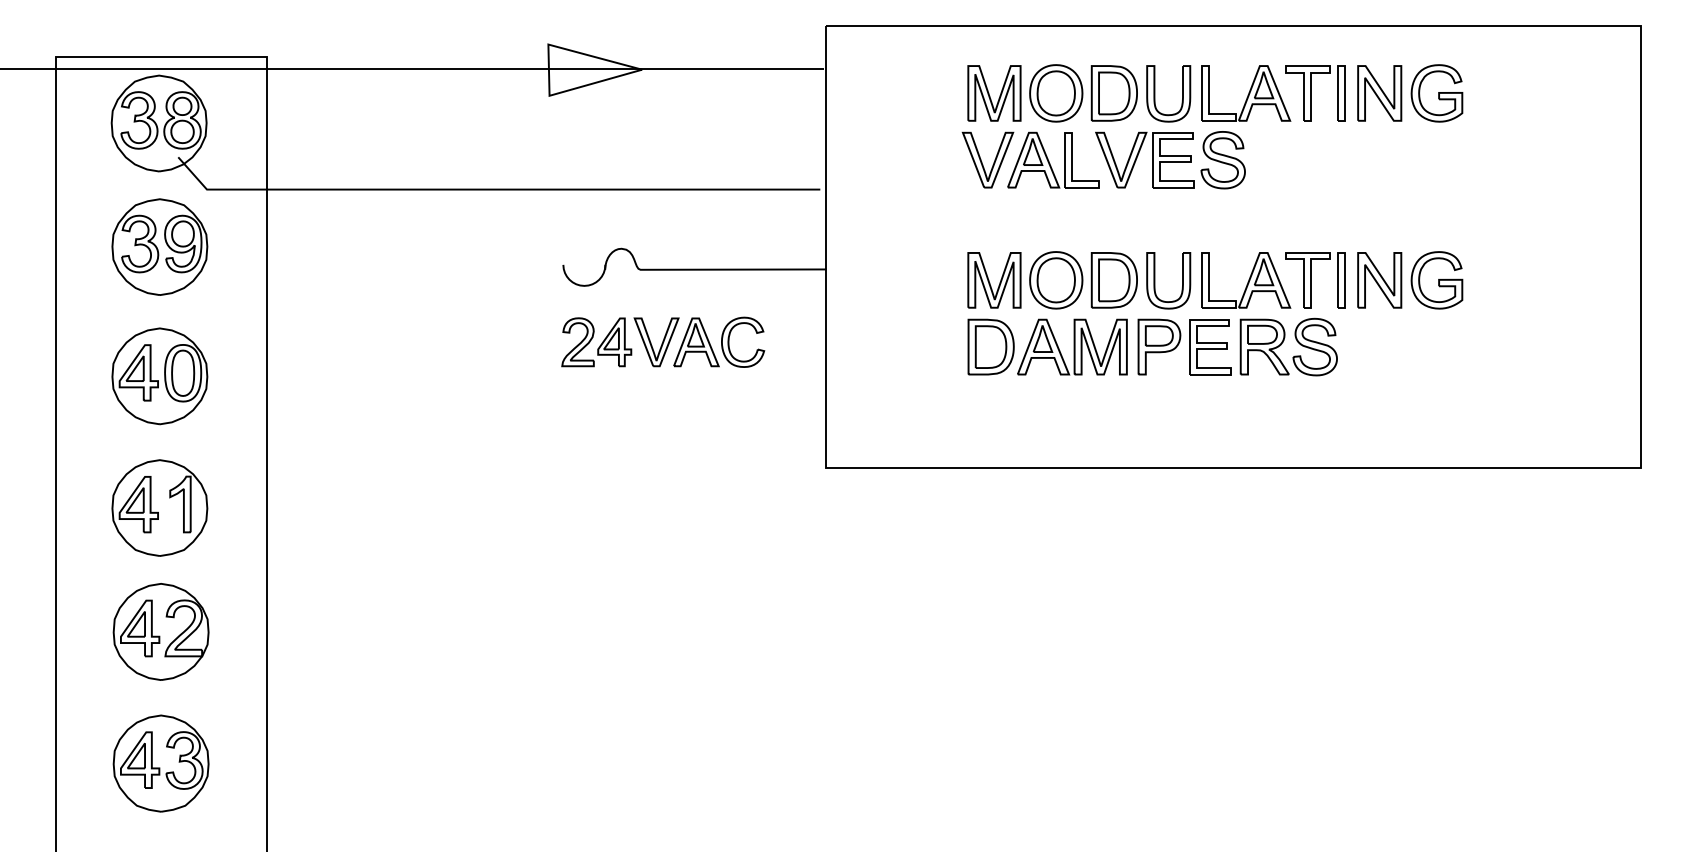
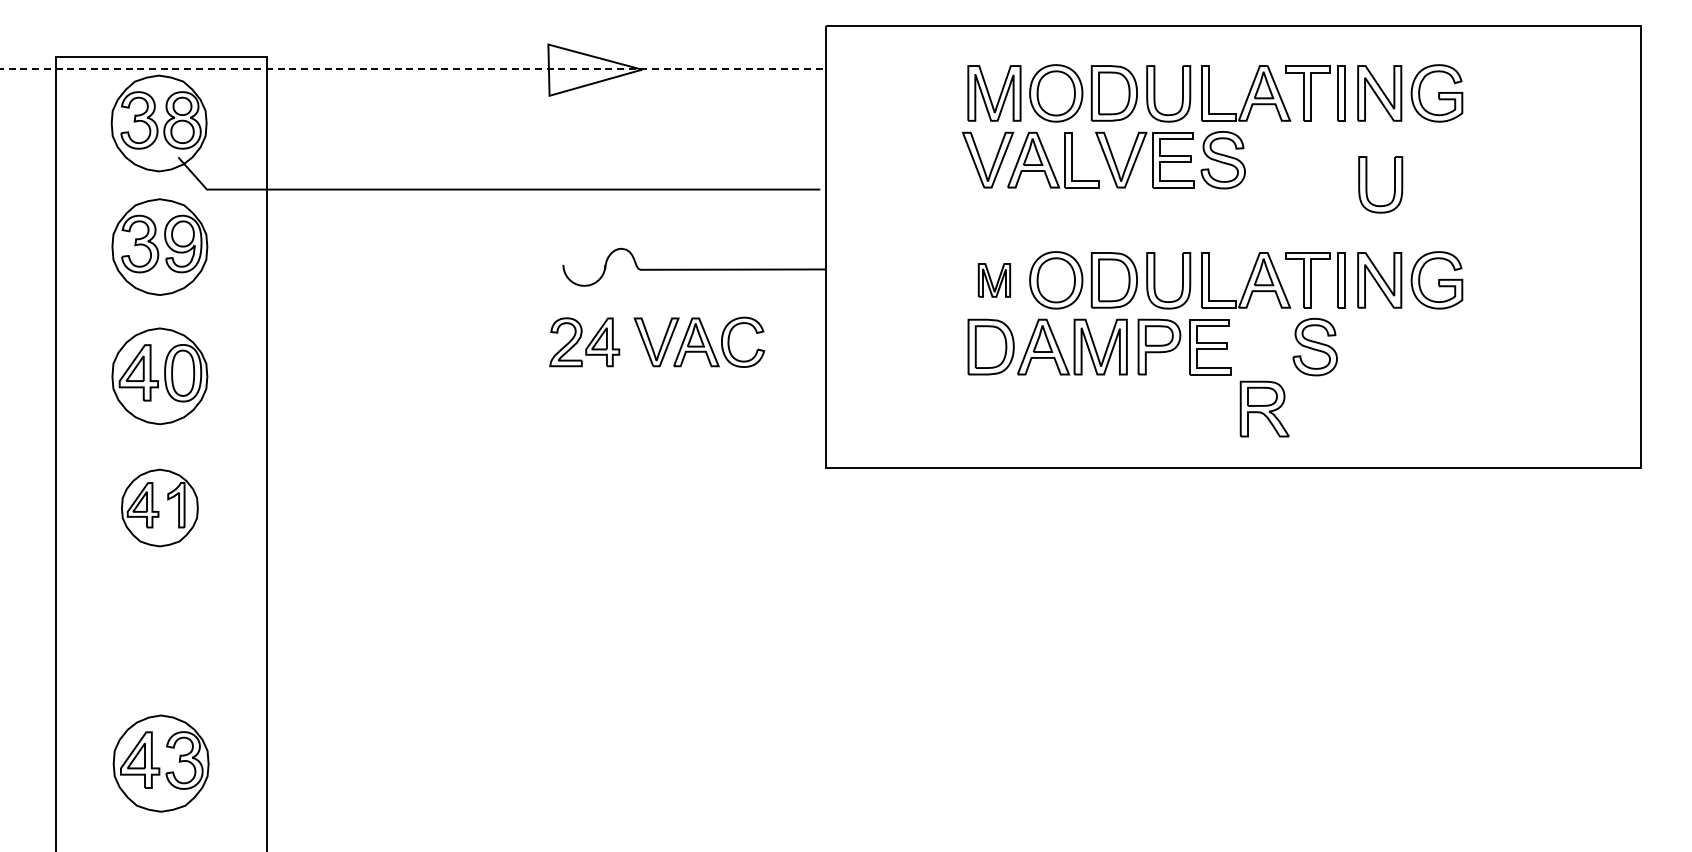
line at (412, 69): solid -> dashed
part at (1367, 184): none -> present
part at (994, 280) size: 55x57 px -> 35x35 px
part at (596, 342) position: (596, 342) -> (584, 342)
part at (1264, 346) position: (1264, 346) -> (1264, 408)
part at (159, 507) size: 98x98 px -> 78x80 px
part at (160, 631): present -> none
